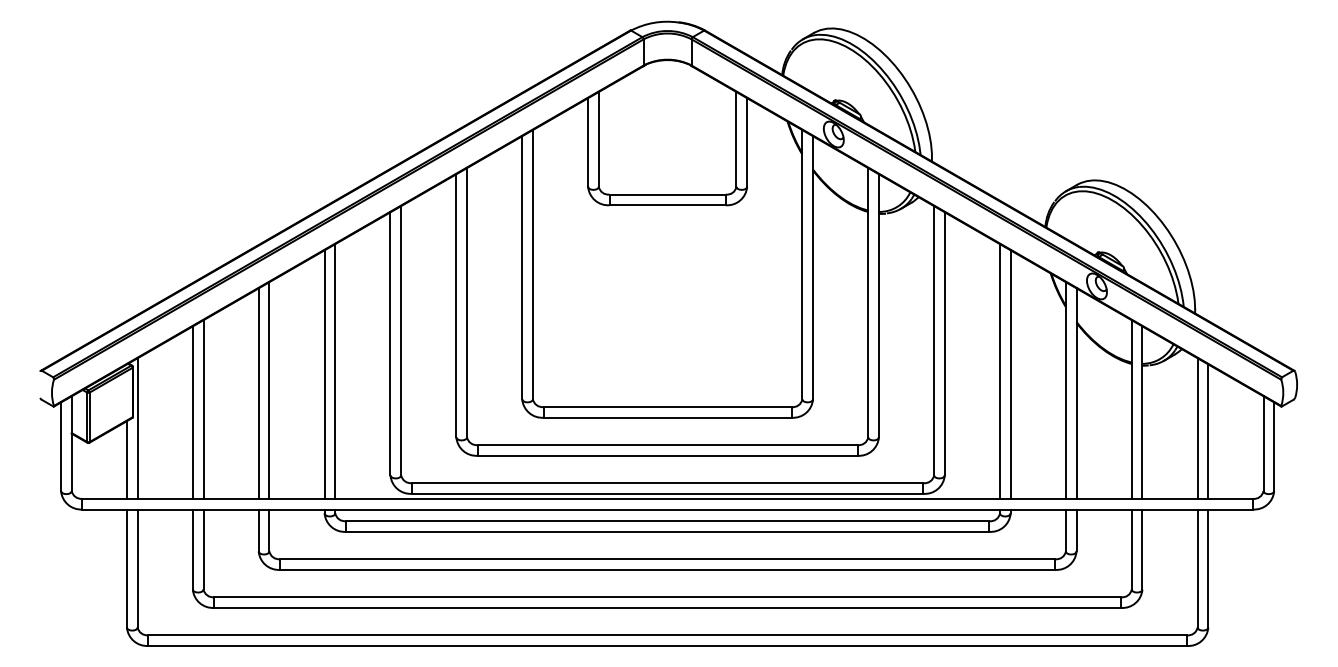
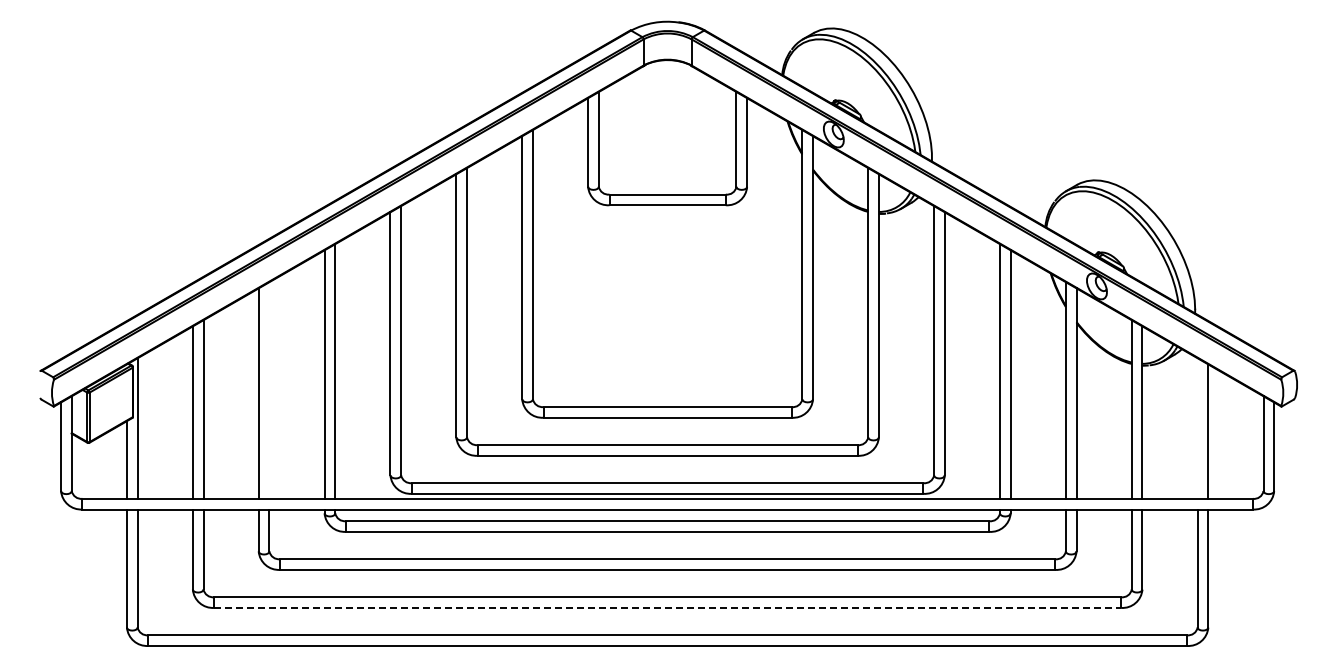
line at (269, 390): present -> none
line at (1197, 428): present -> none
line at (668, 607): solid -> dashed
